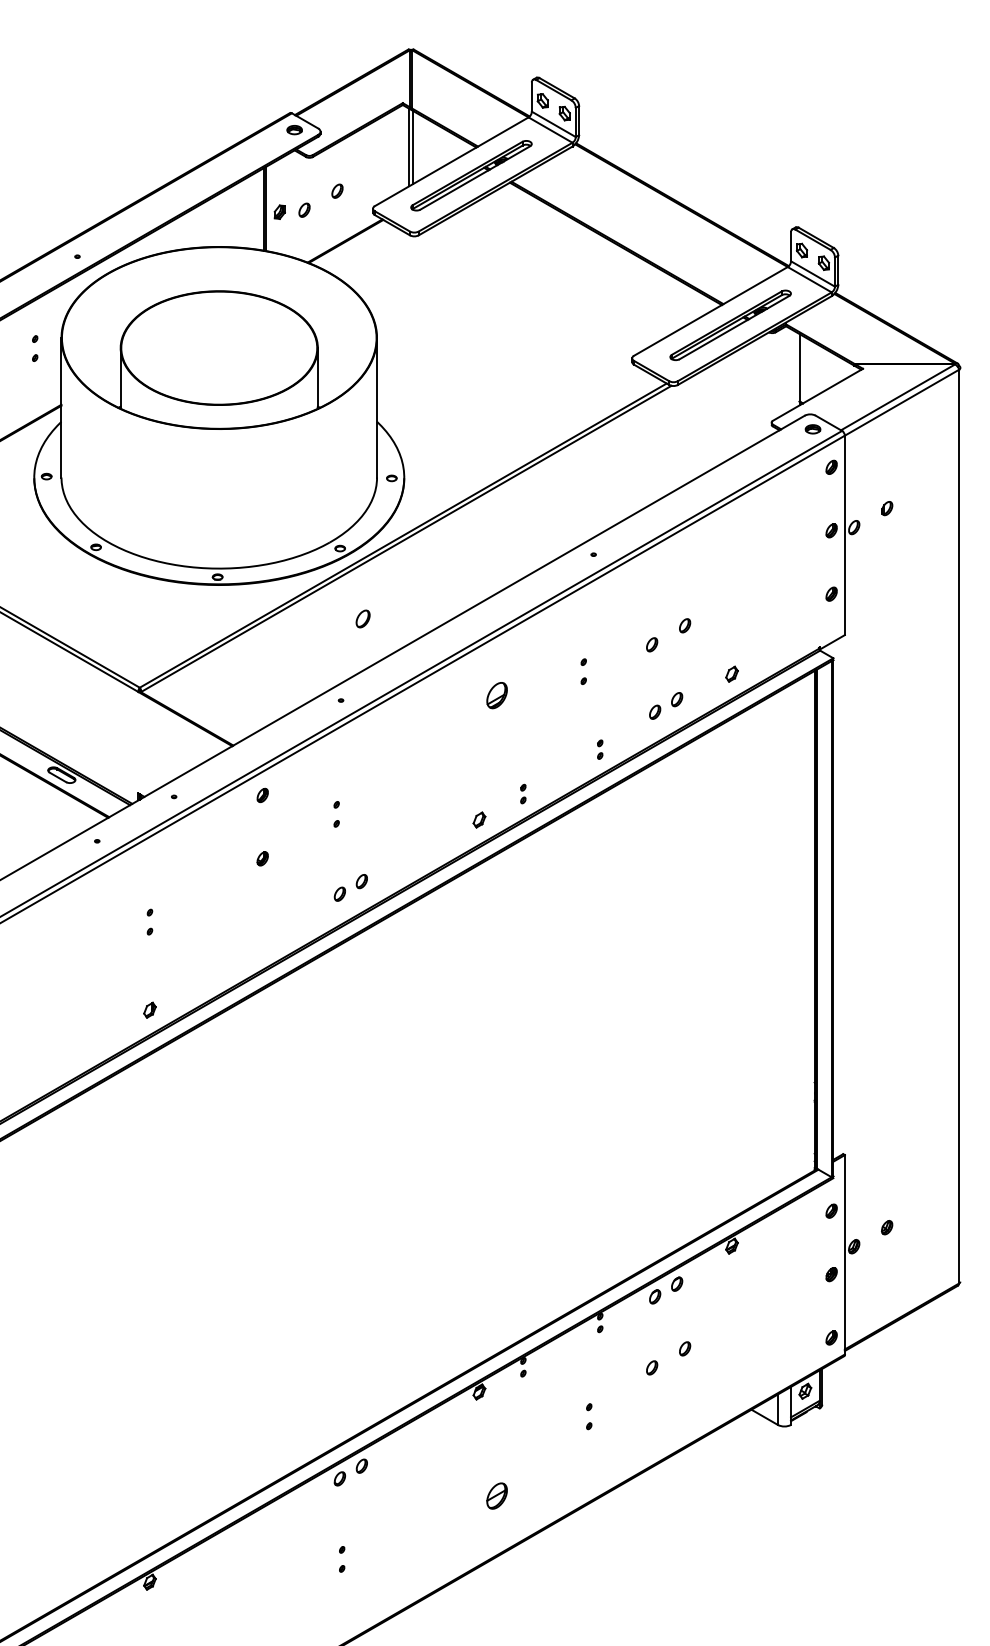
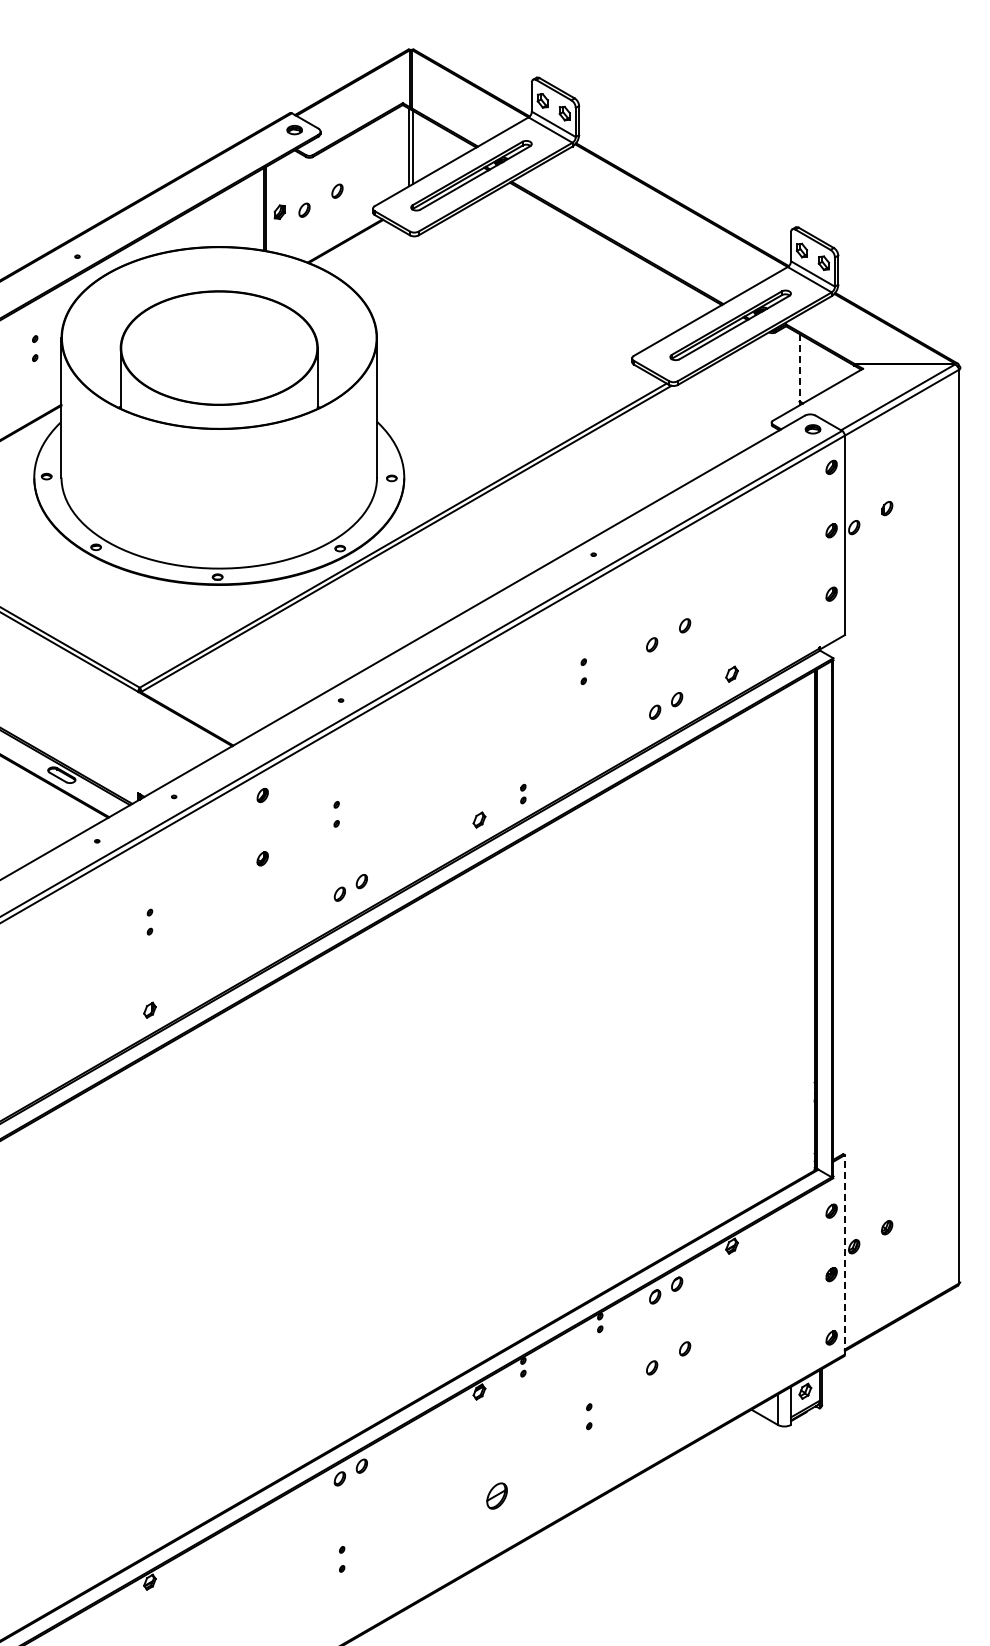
line at (799, 369): solid -> dashed
part at (362, 618): present -> none
part at (496, 695): present -> none
part at (600, 749): present -> none
line at (844, 1254): solid -> dashed
